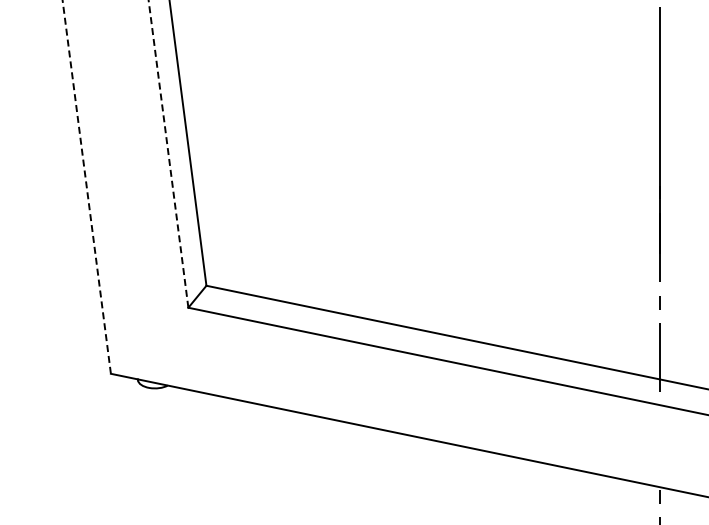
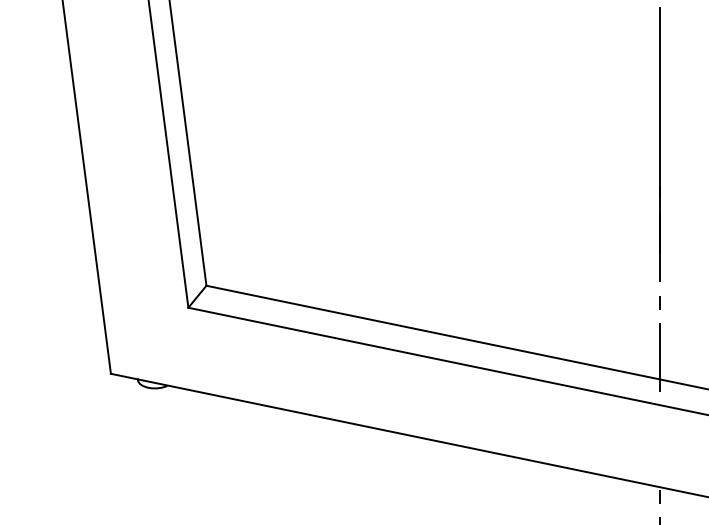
line at (168, 154): dashed -> solid
line at (86, 186): dashed -> solid
